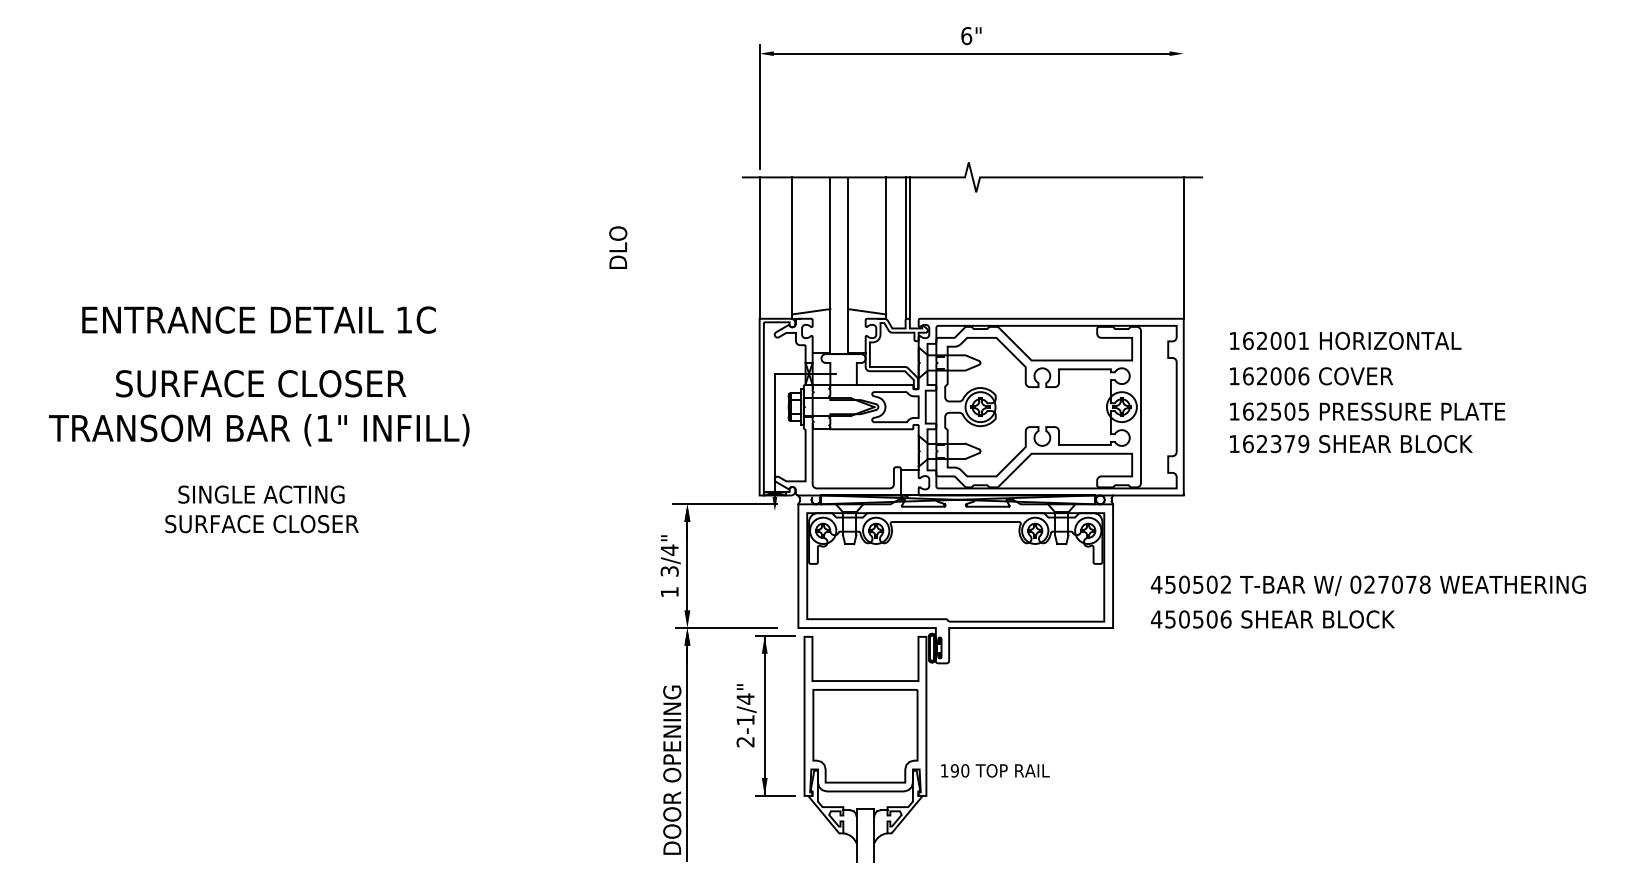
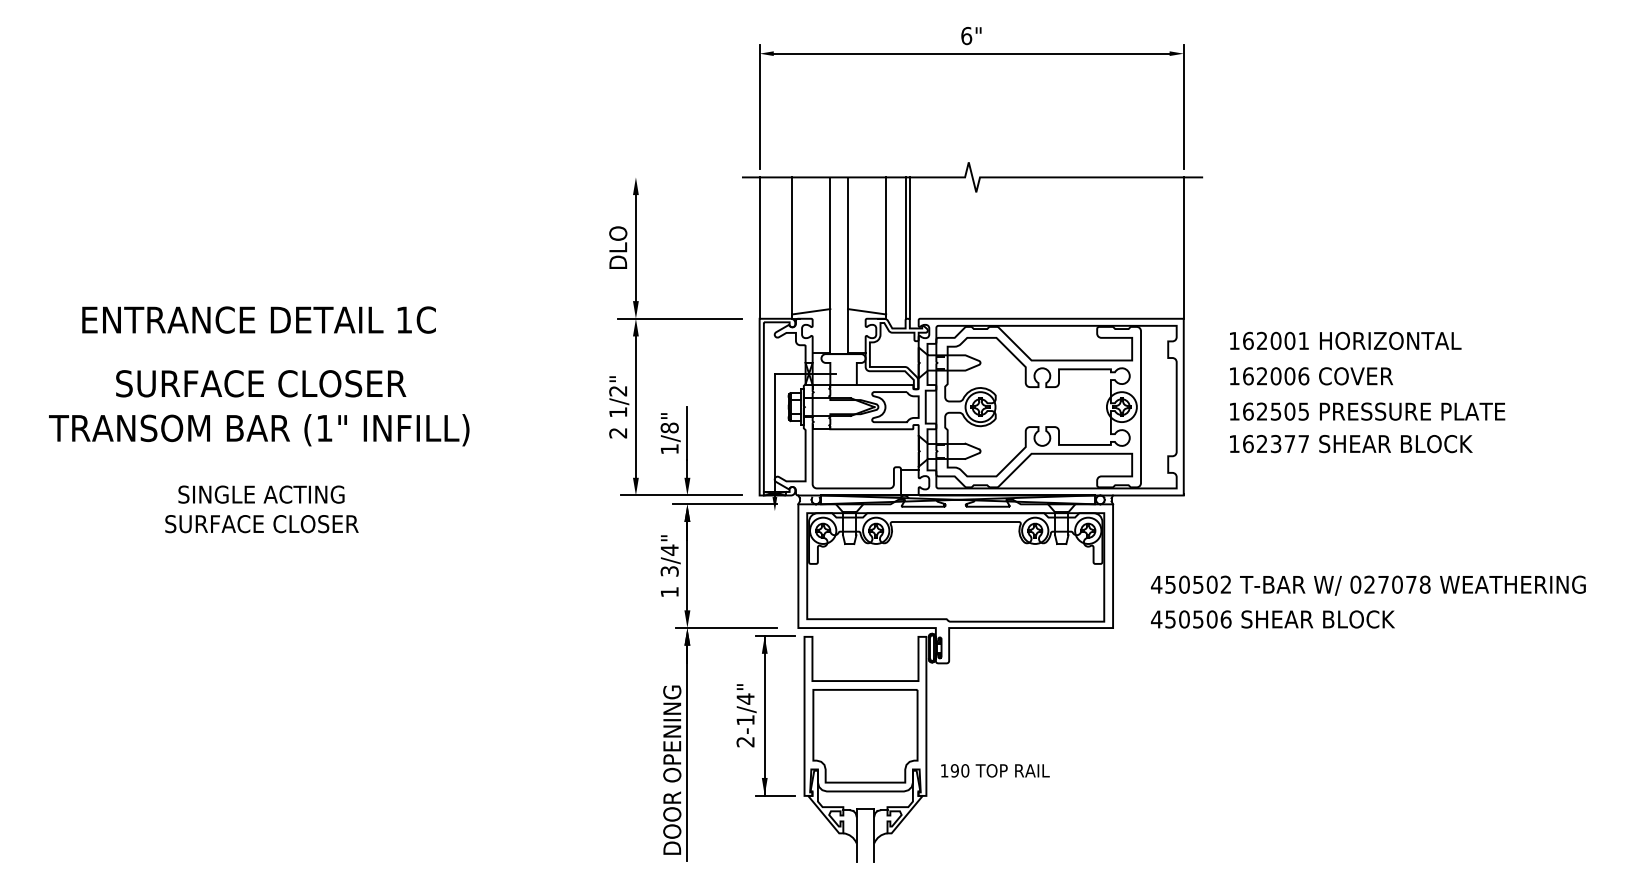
line at (1183, 106): none -> present
part at (675, 319): none -> present
text at (1303, 444): 162379 -> 162377
